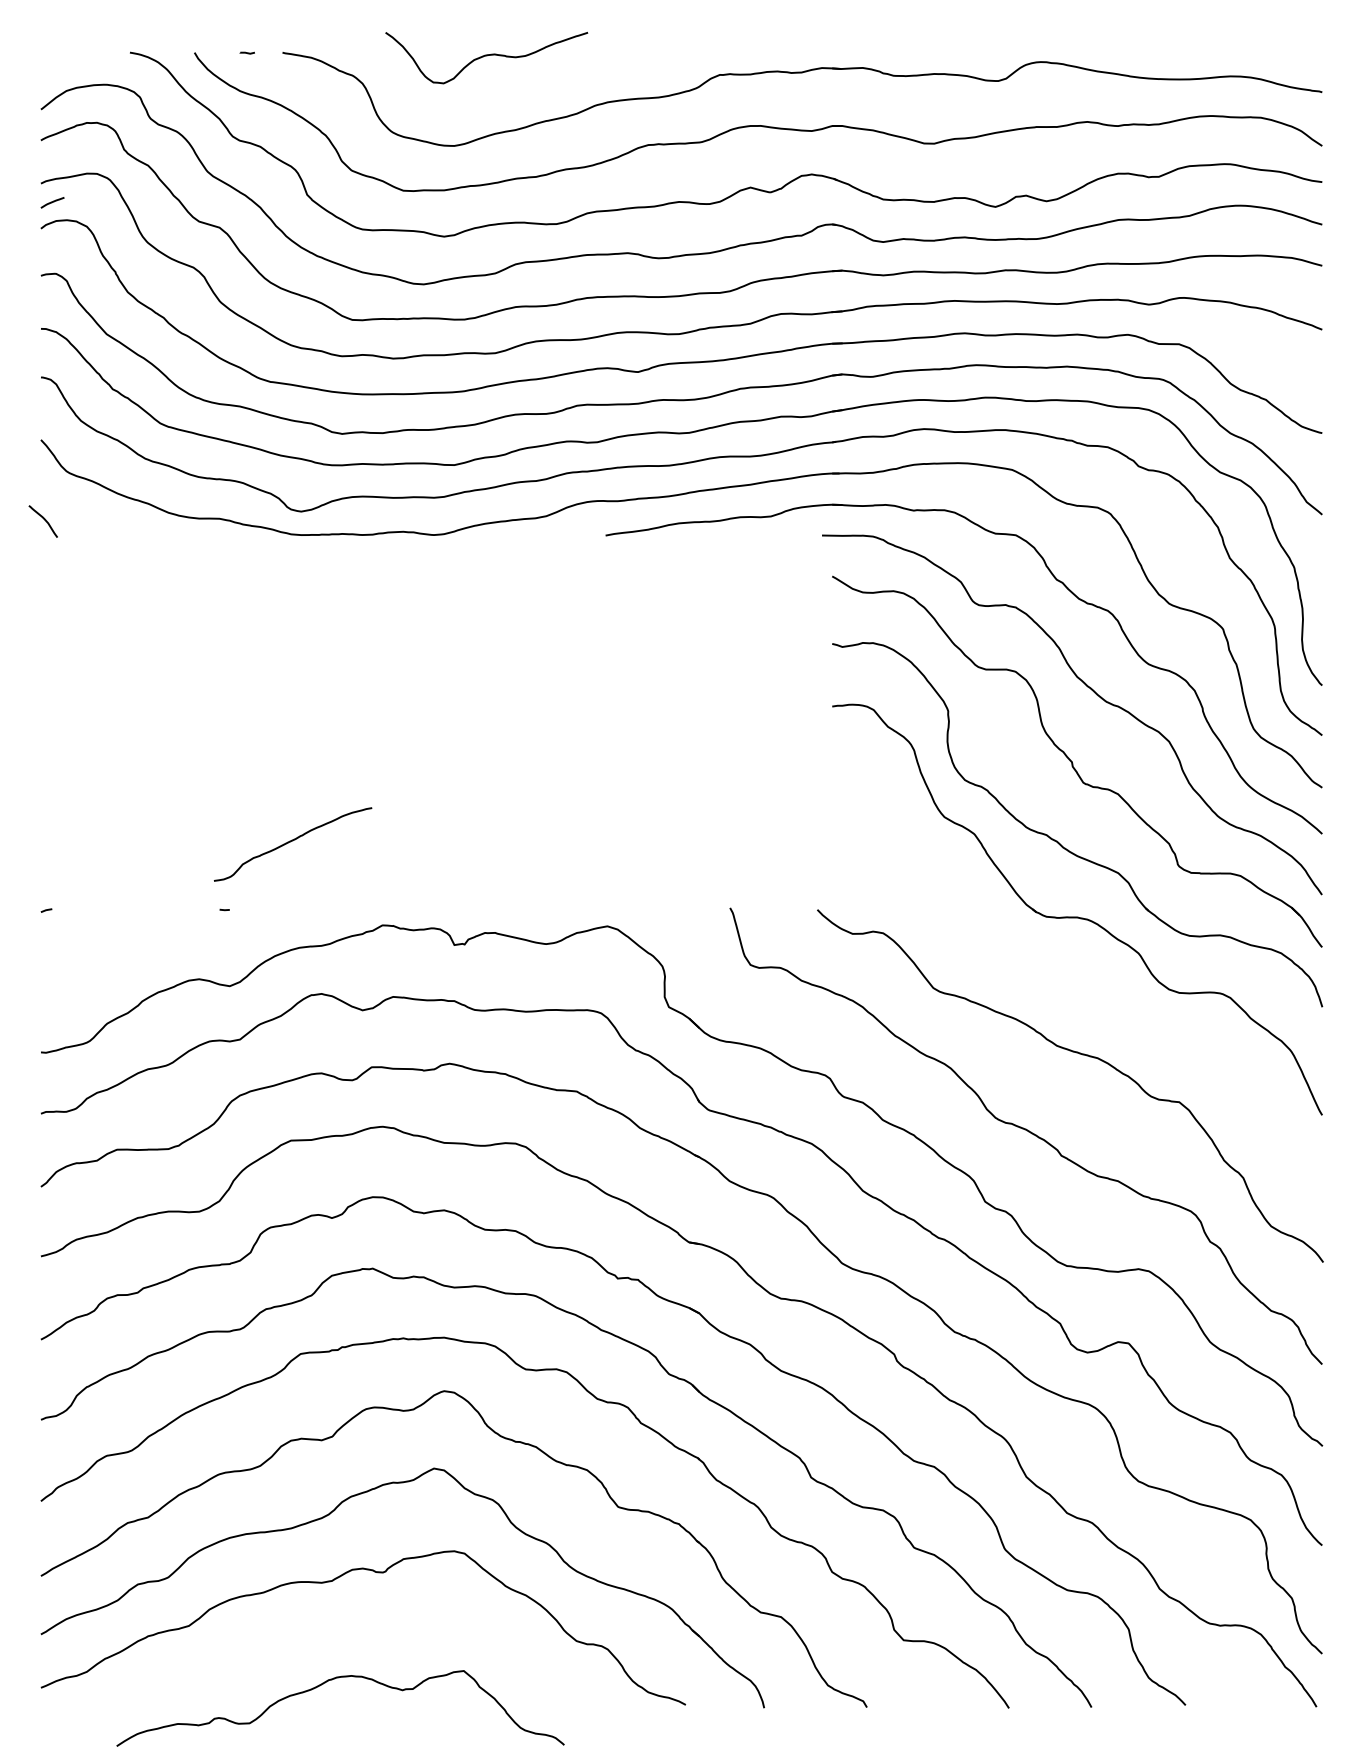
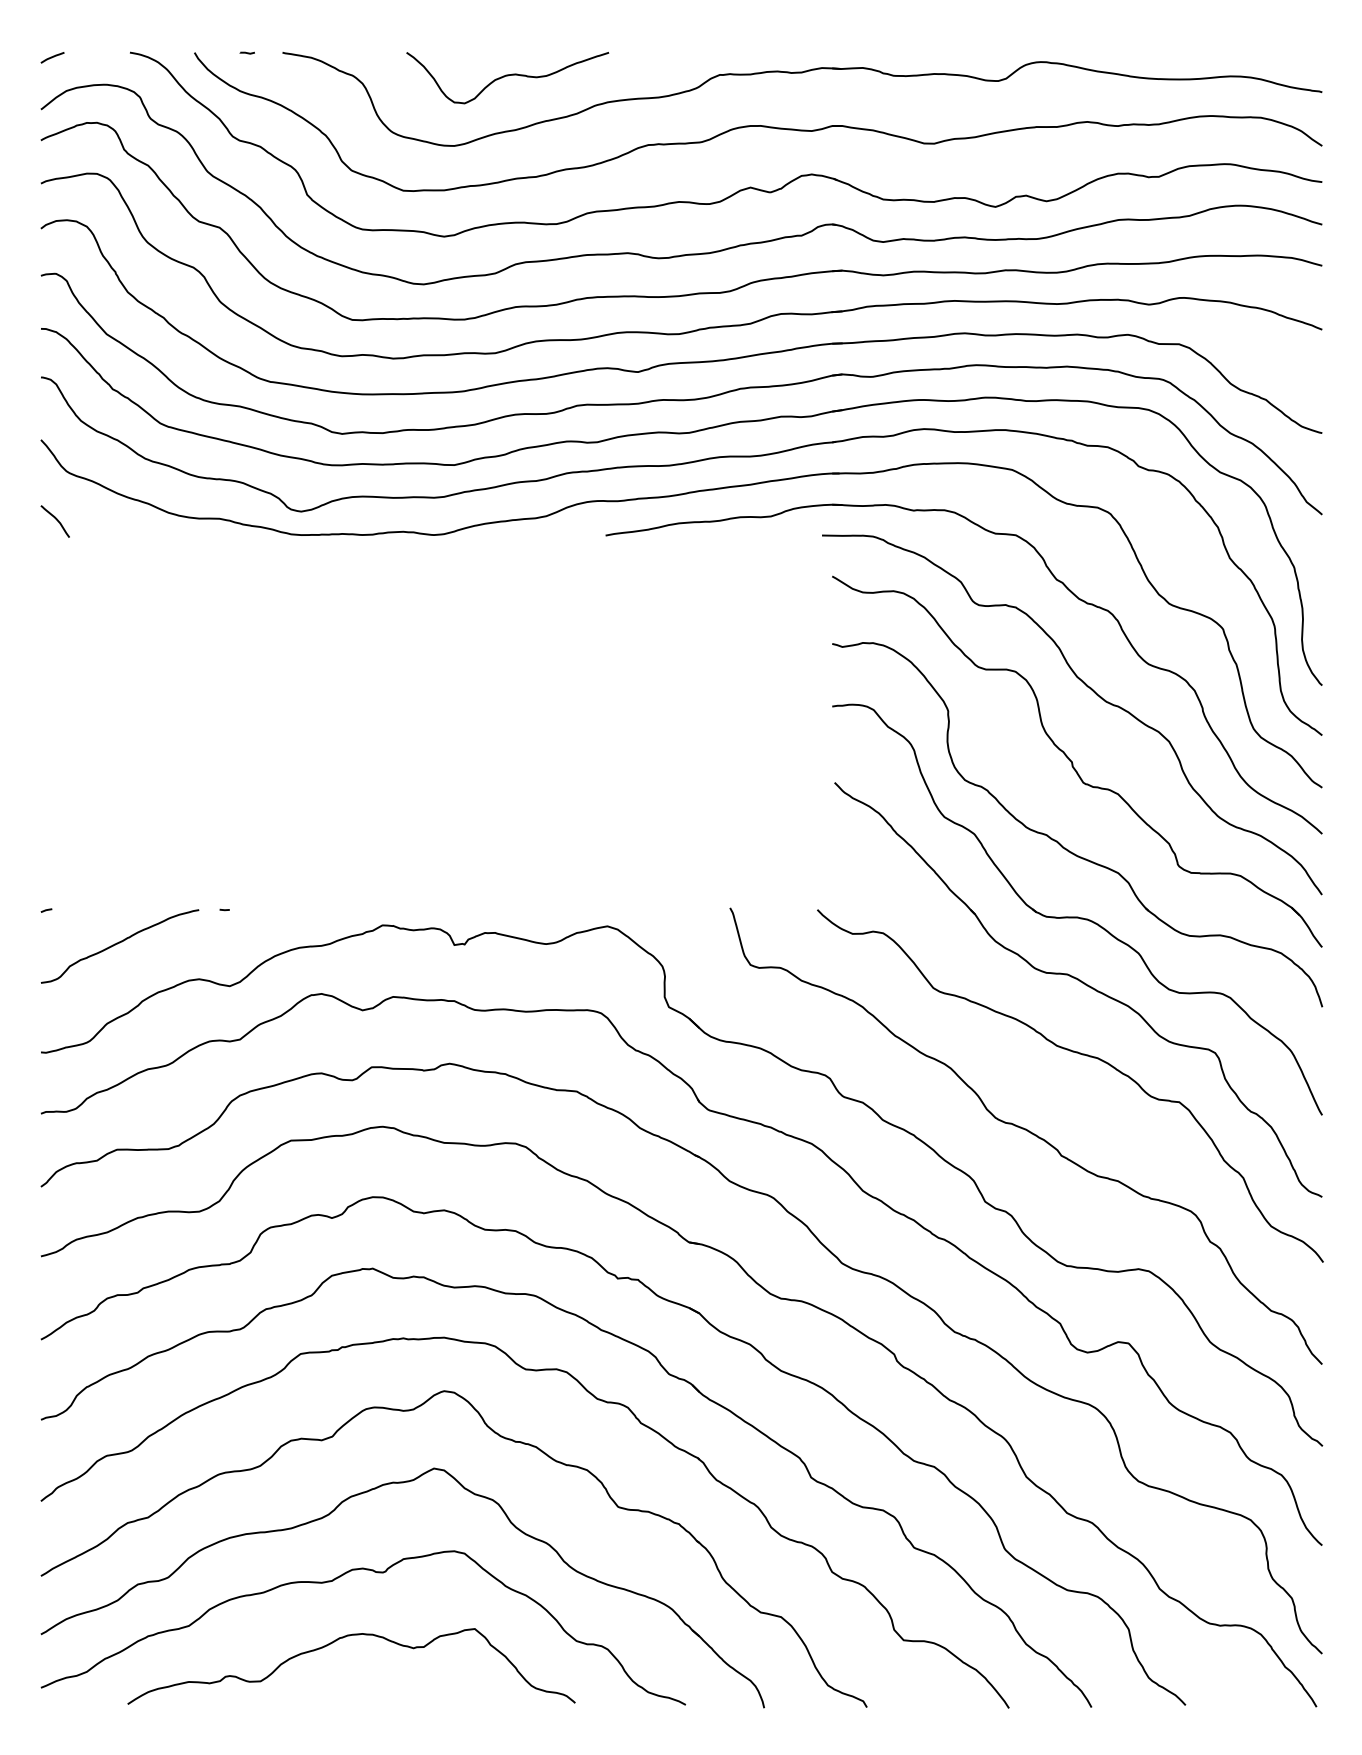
curve at (486, 56) position: (486, 56) -> (507, 76)
line at (52, 202) position: (52, 202) -> (52, 57)
curve at (43, 519) position: (43, 519) -> (55, 519)
curve at (292, 841) position: (292, 841) -> (119, 943)
part at (1082, 983): none -> present
curve at (332, 1680) position: (332, 1680) -> (343, 1638)
